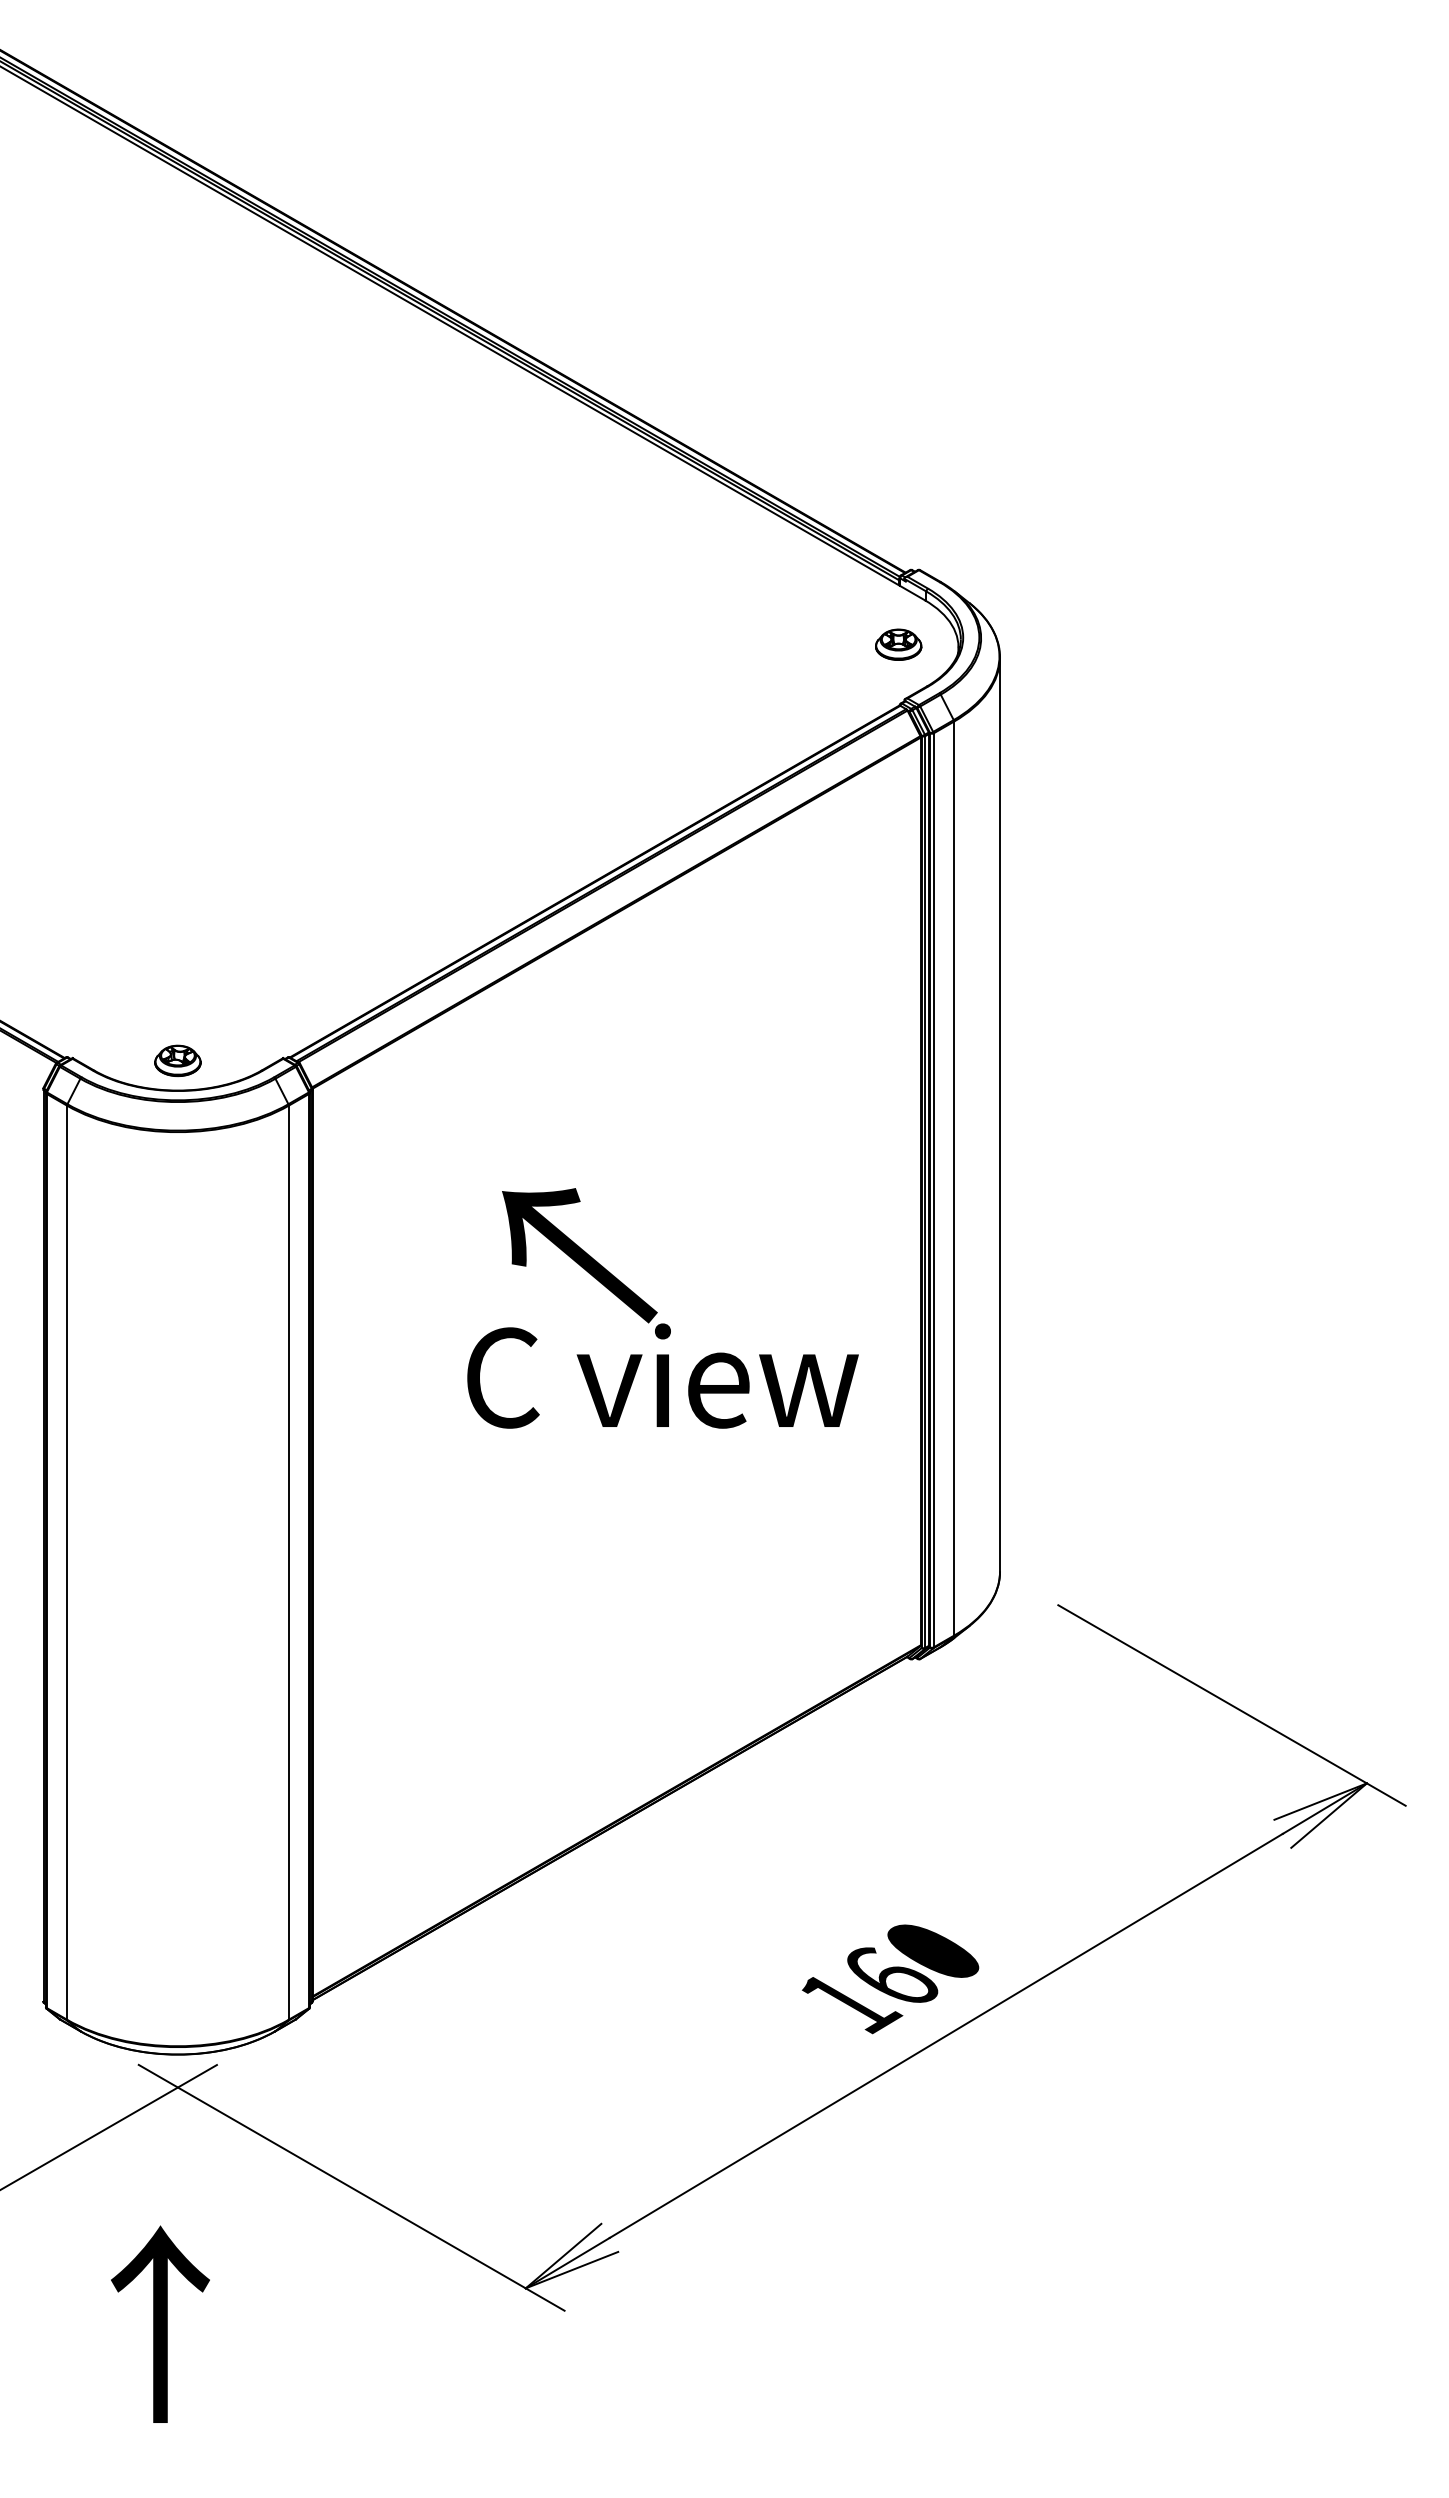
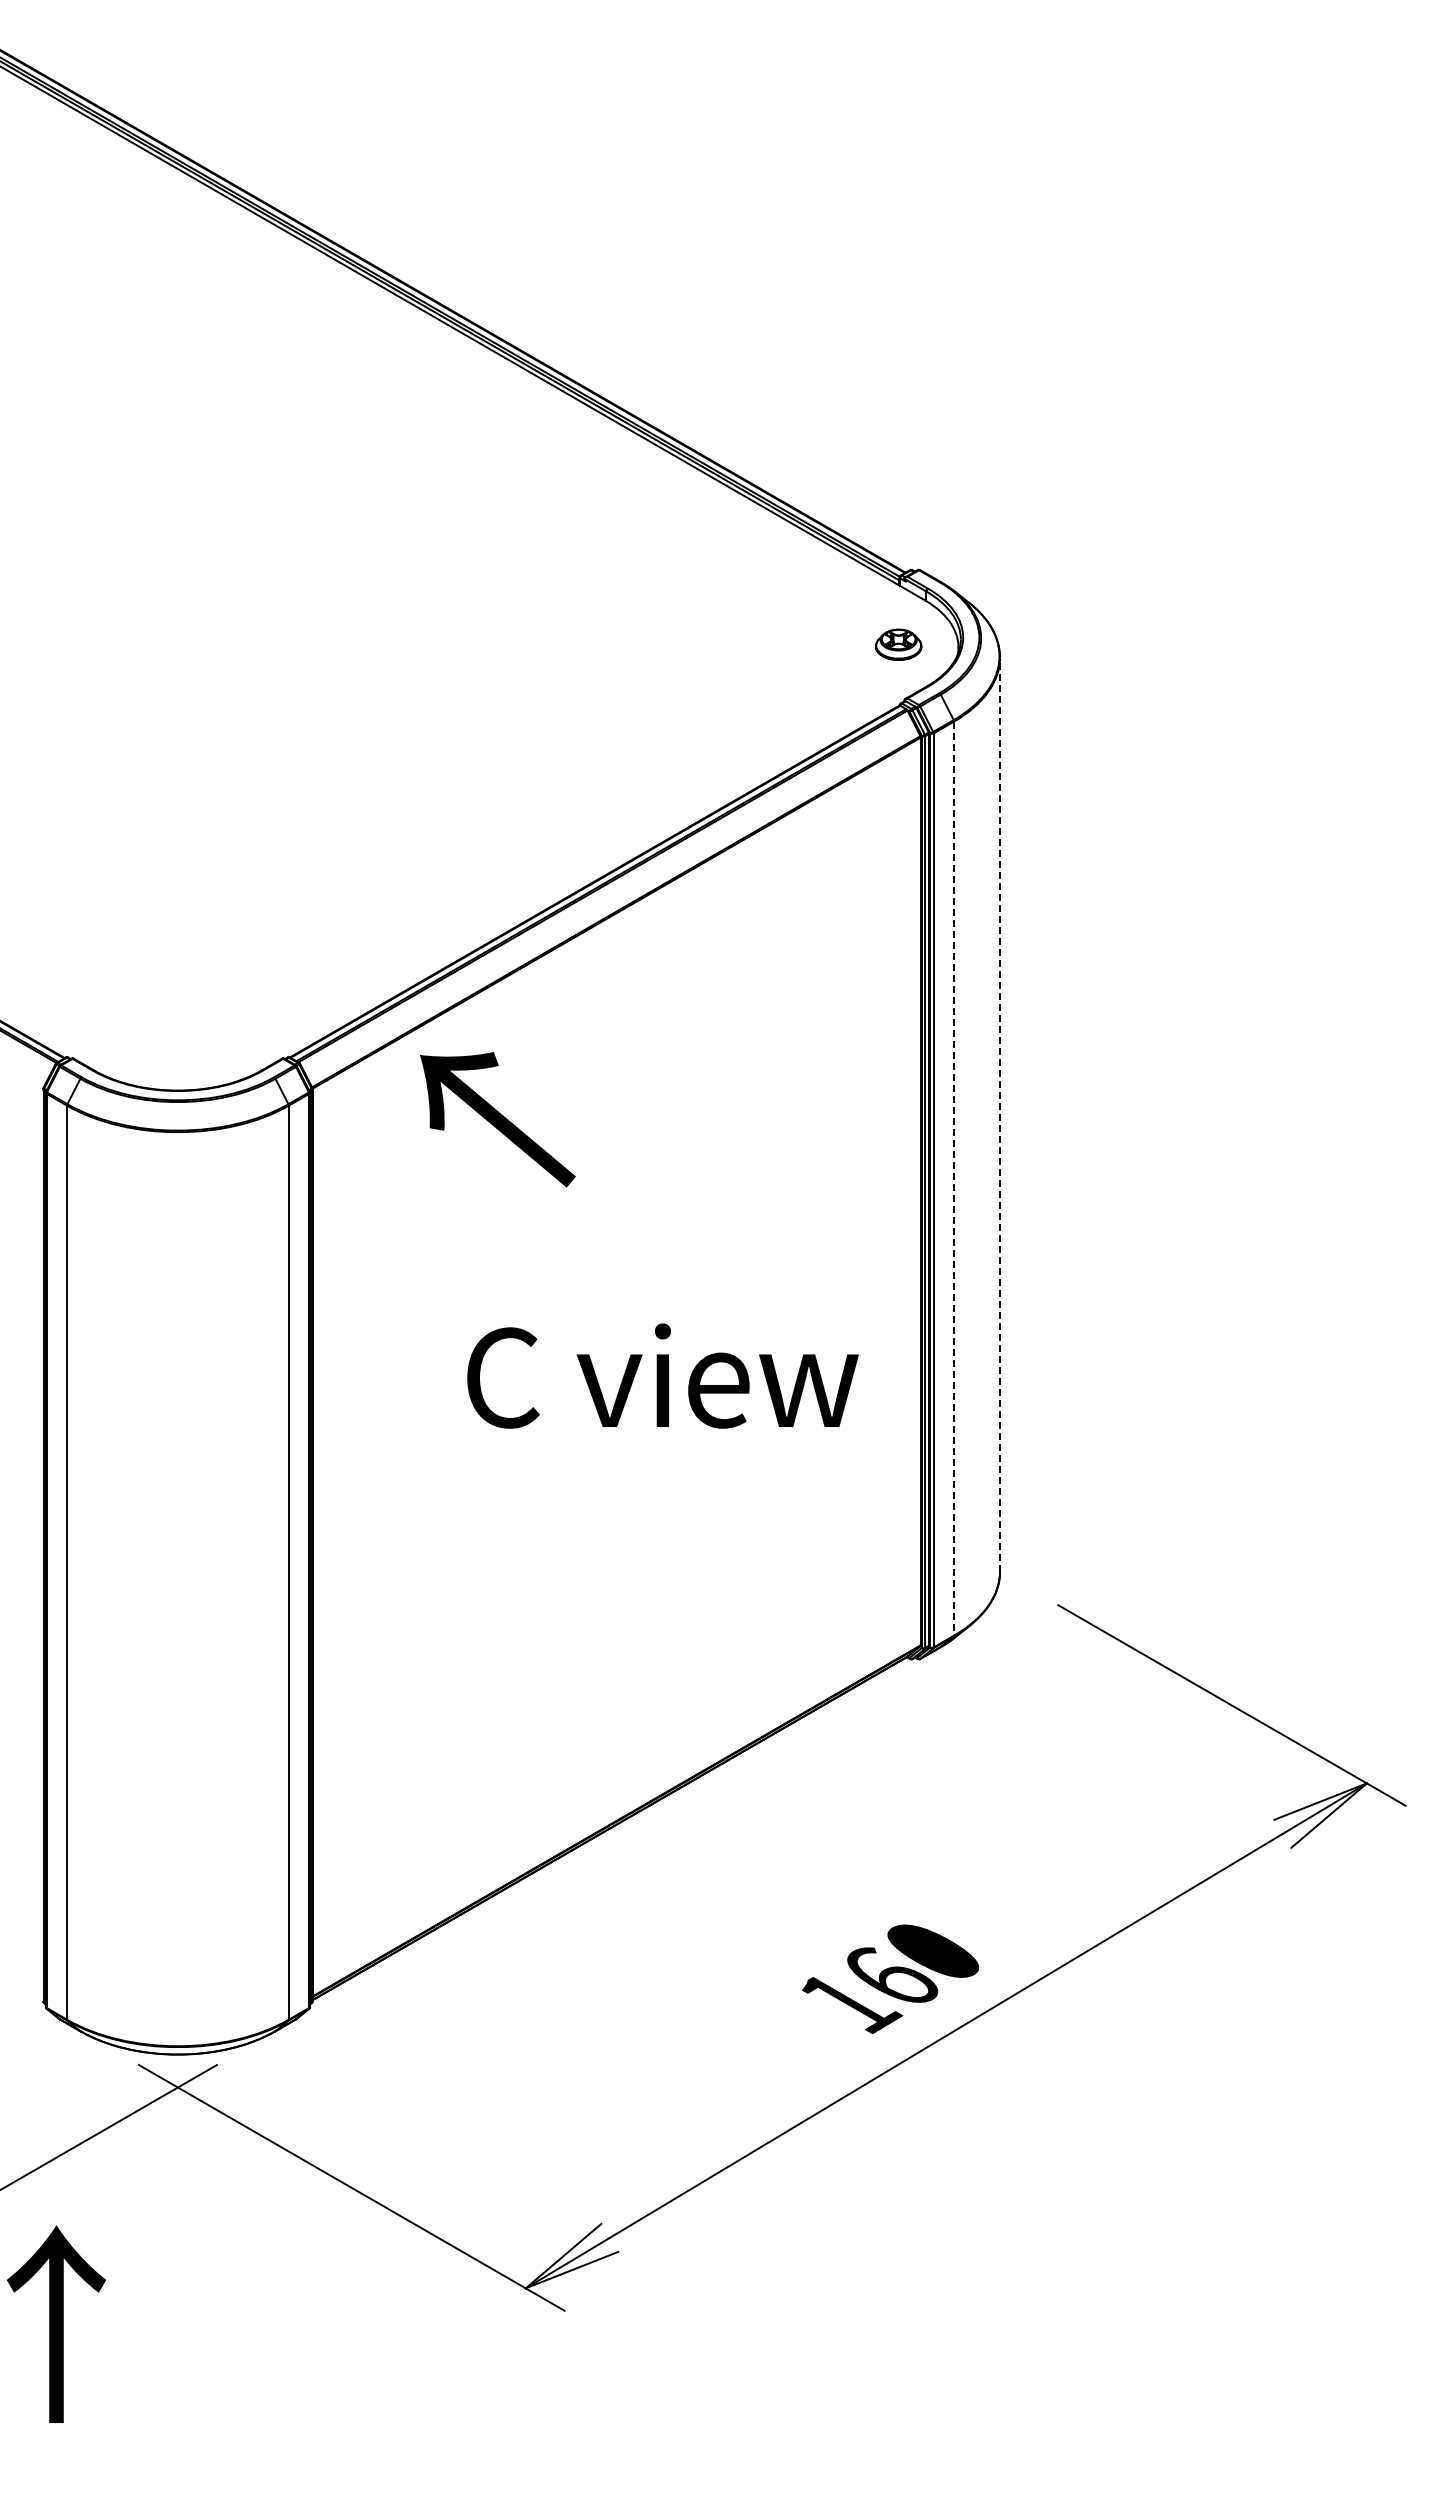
part at (177, 1060): present -> none
line at (1000, 1114): solid -> dashed
line at (954, 1179): solid -> dashed
text at (579, 1255) position: (579, 1255) -> (497, 1119)
text at (160, 2323) position: (160, 2323) -> (56, 2323)
